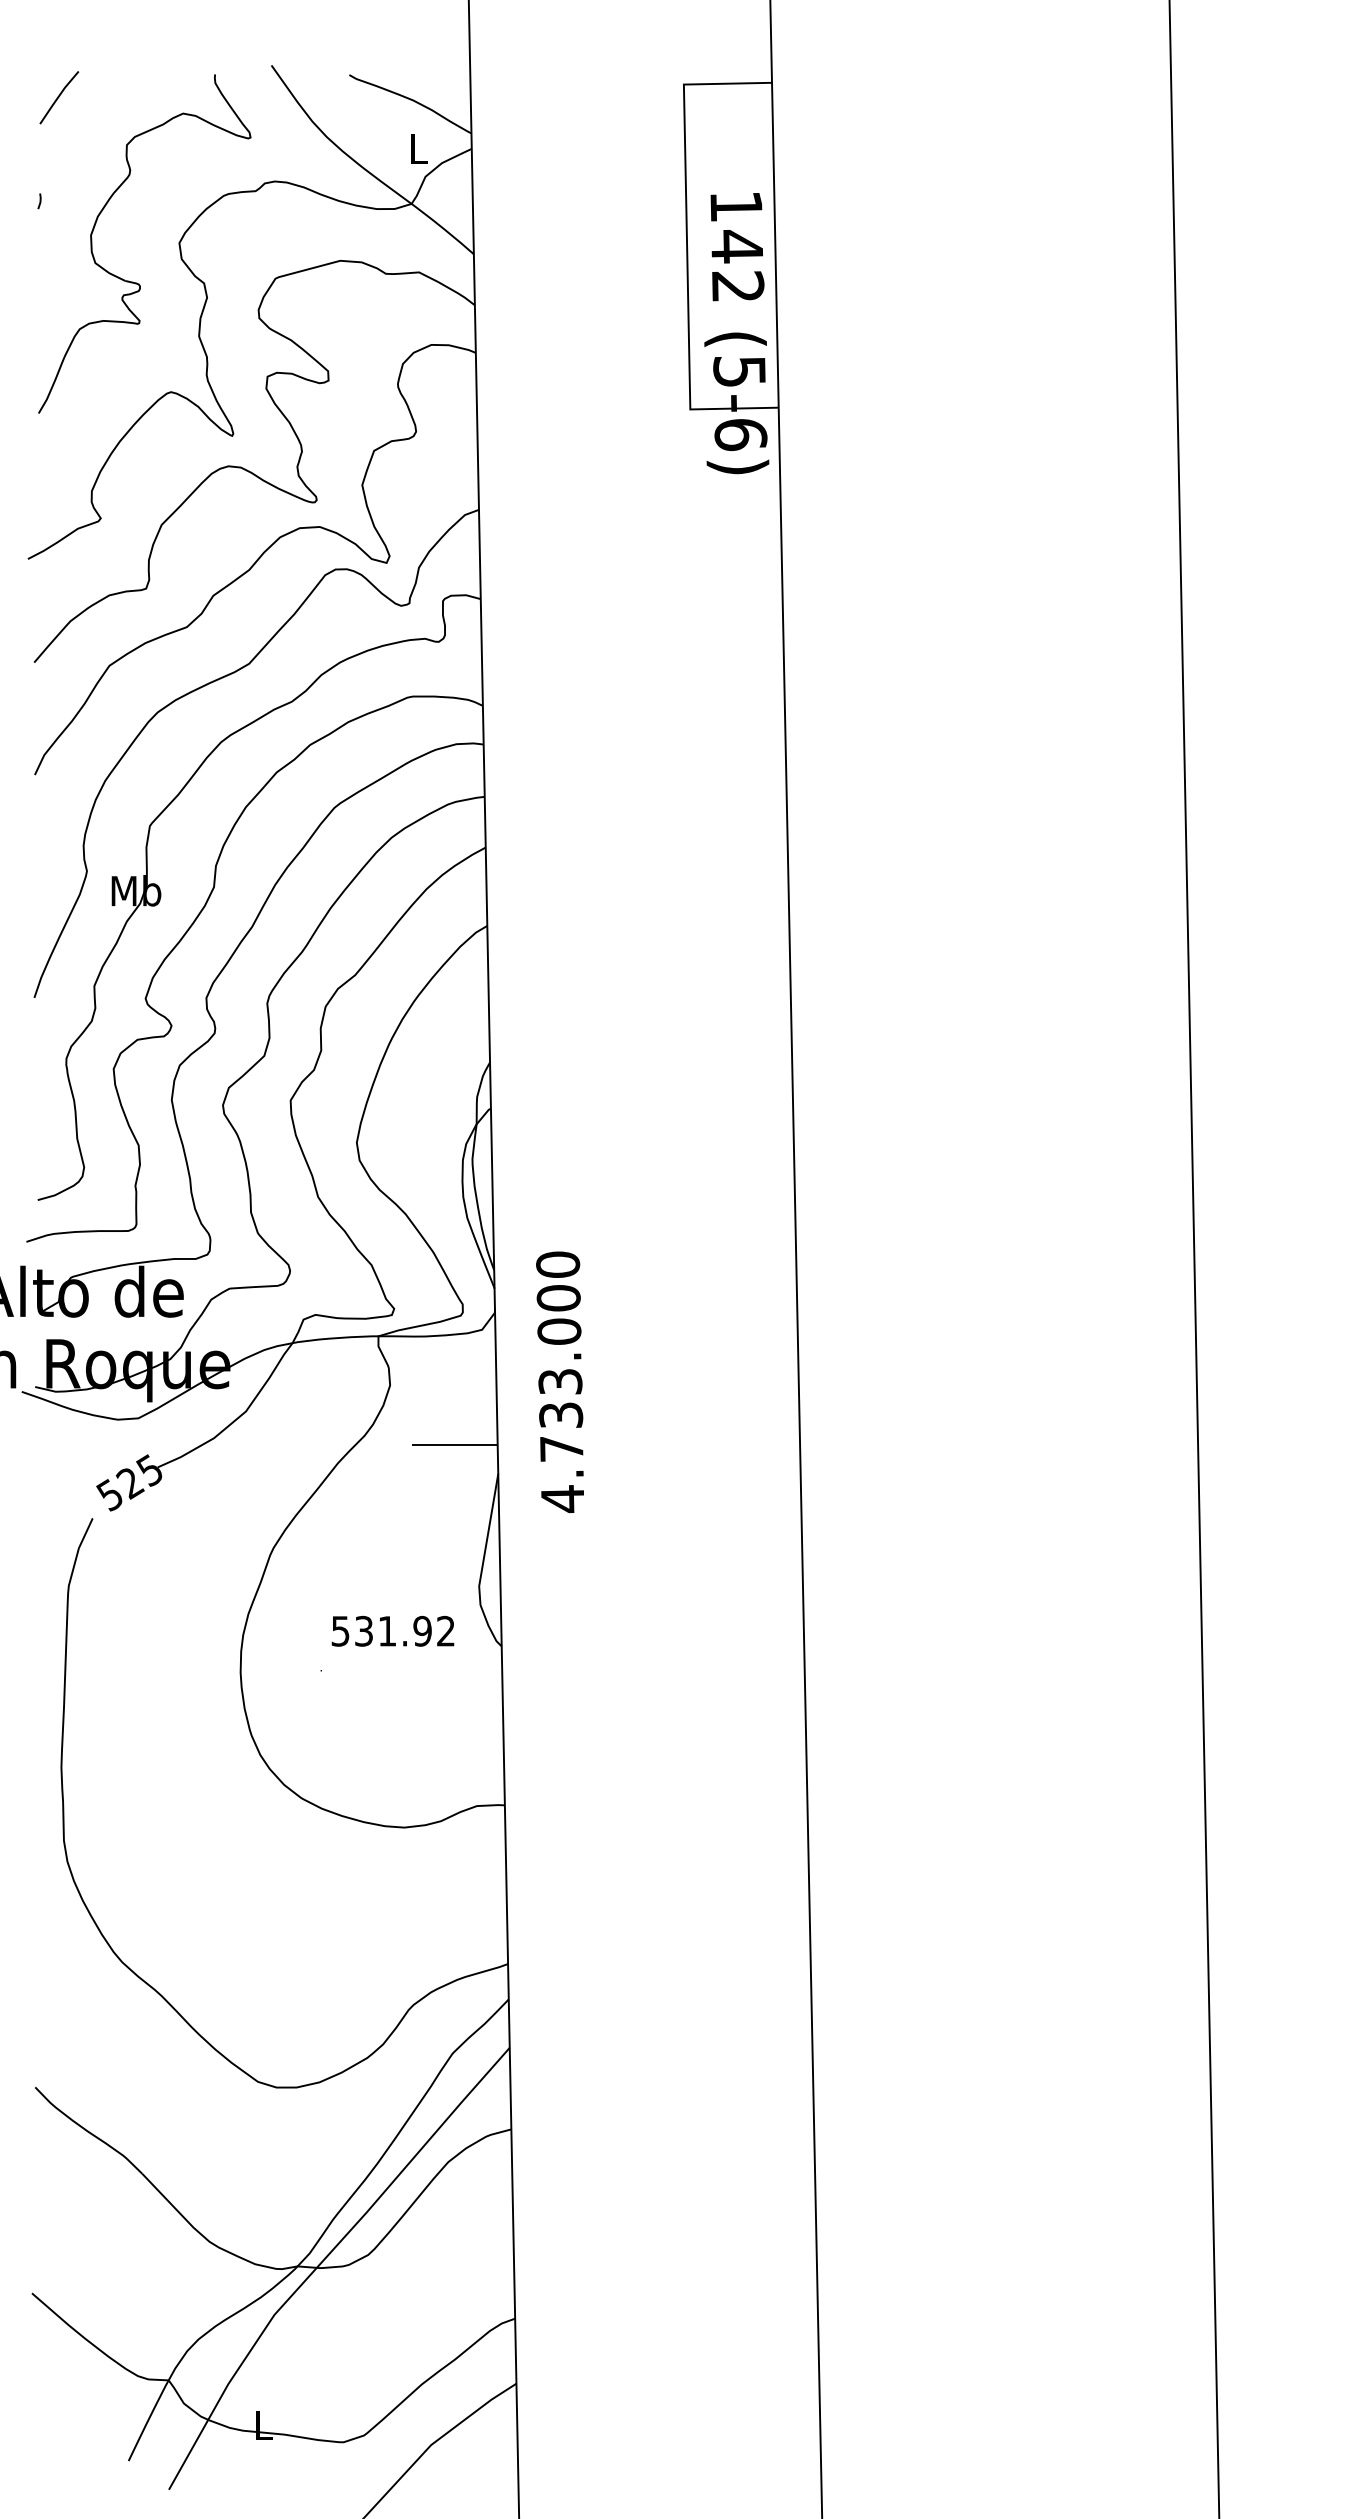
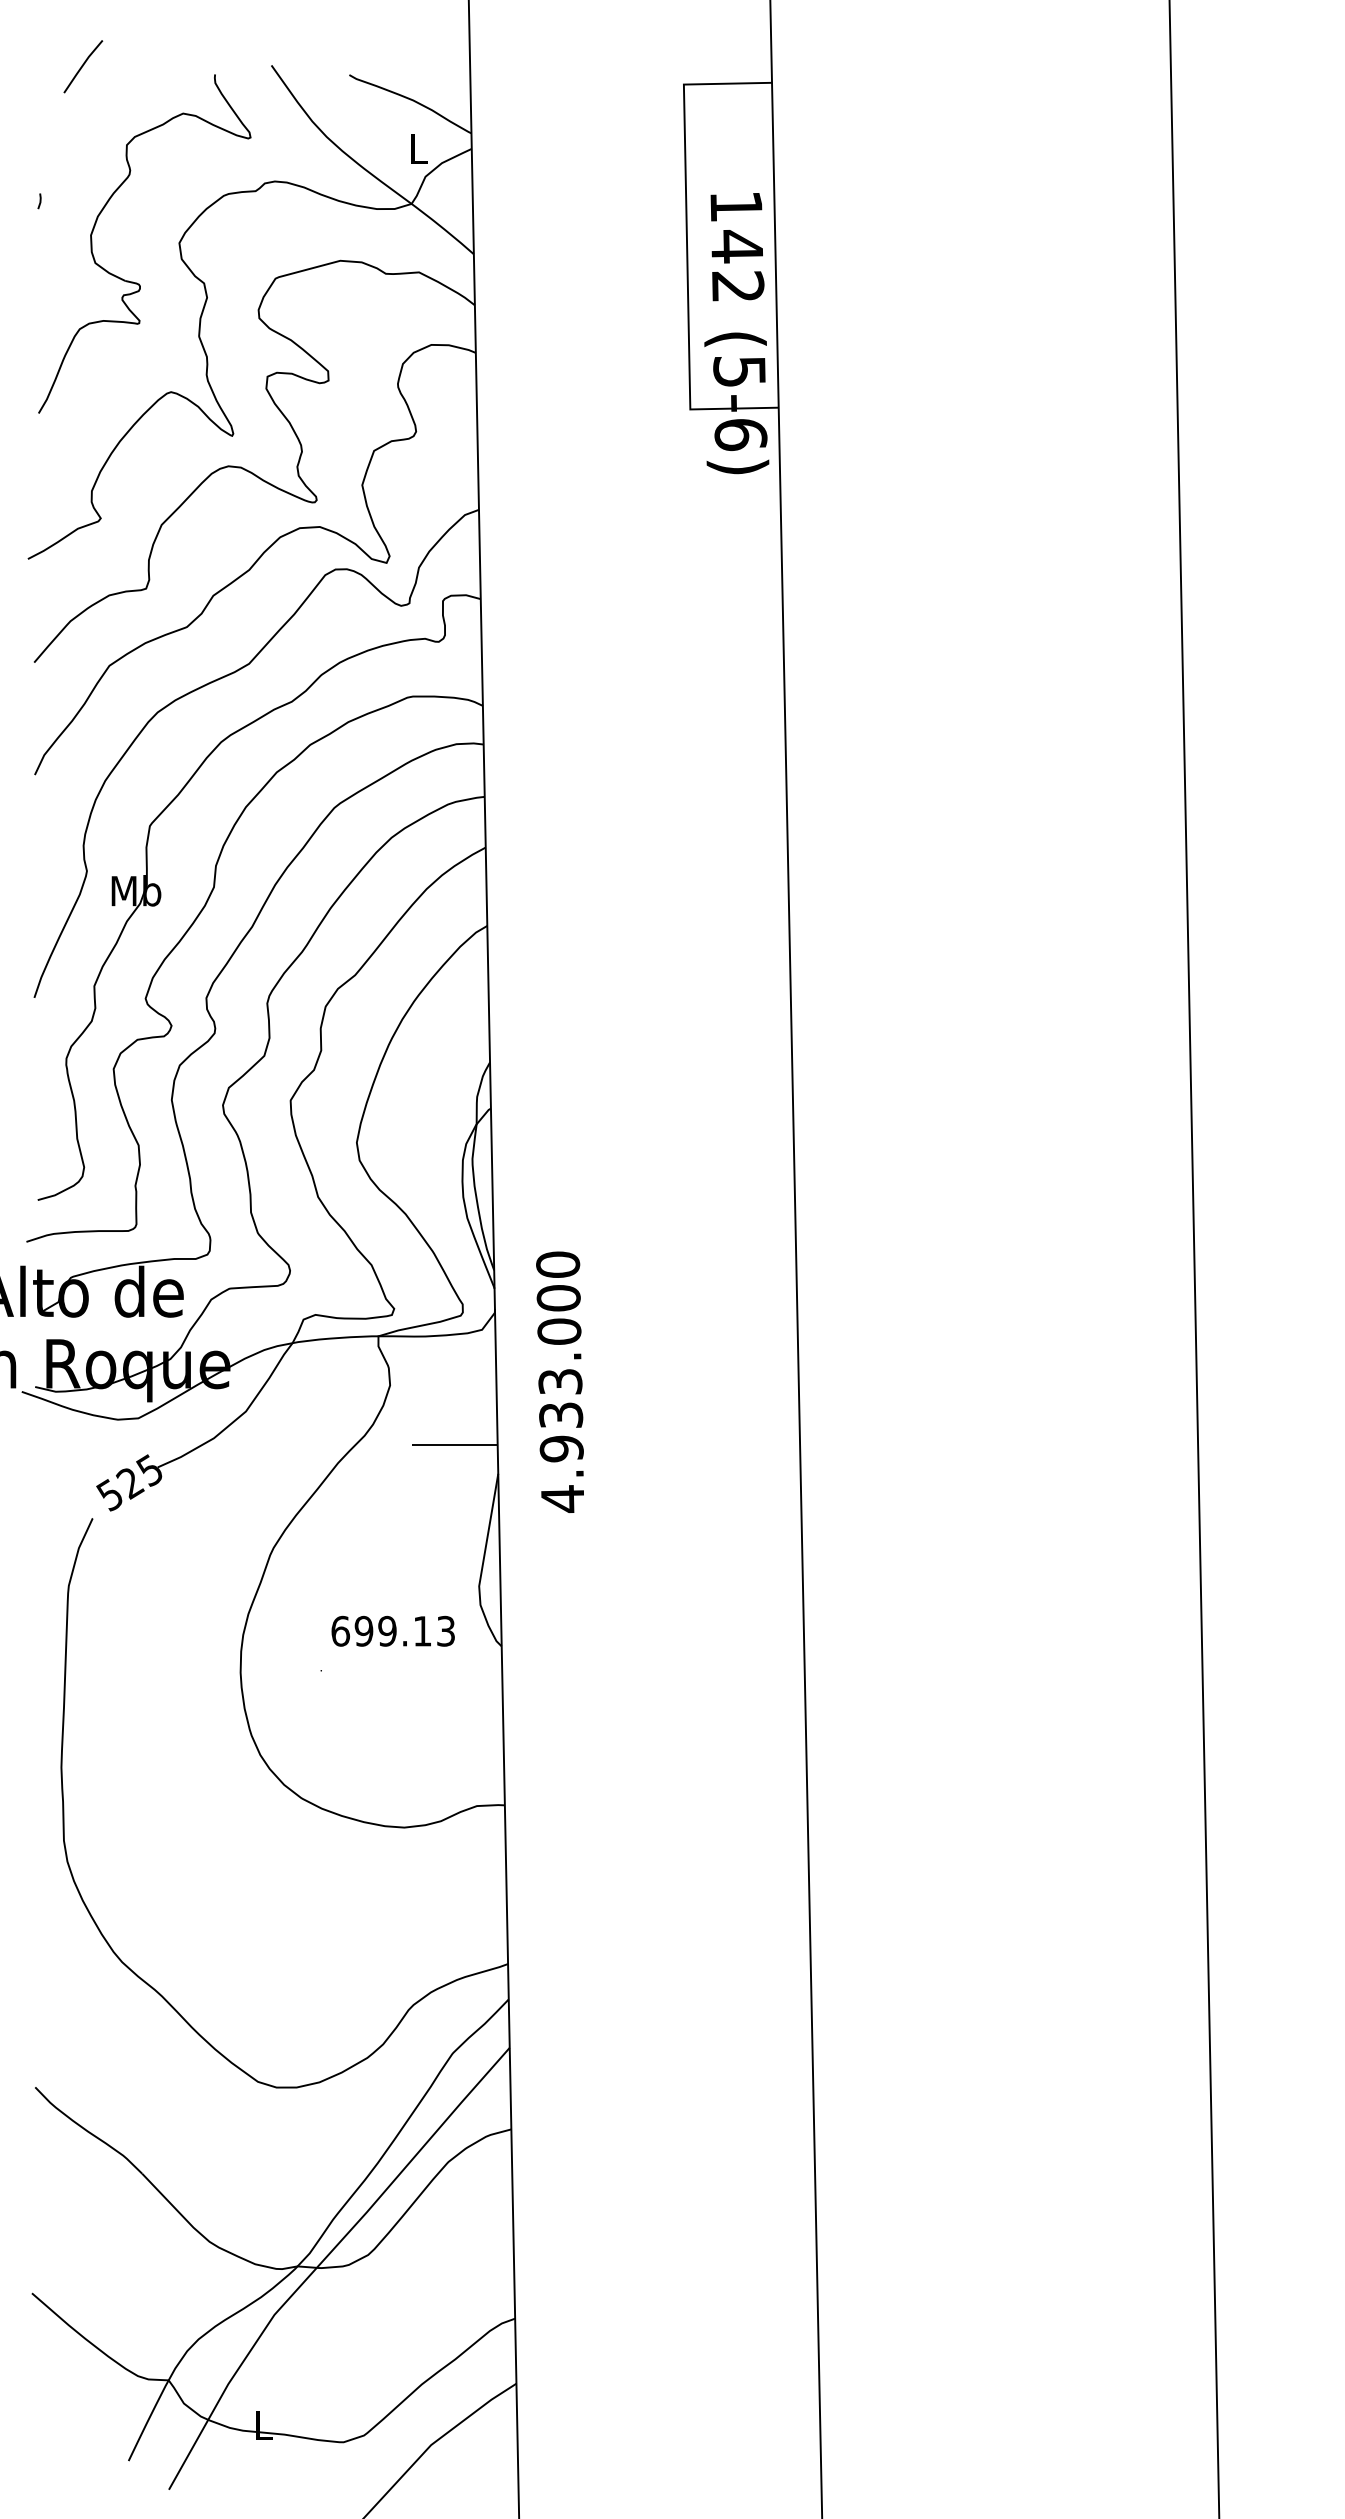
line at (59, 97) position: (59, 97) -> (83, 66)
text at (561, 1448): 4.733.000 -> 4.933.000
text at (392, 1630): 531.92 -> 699.13
